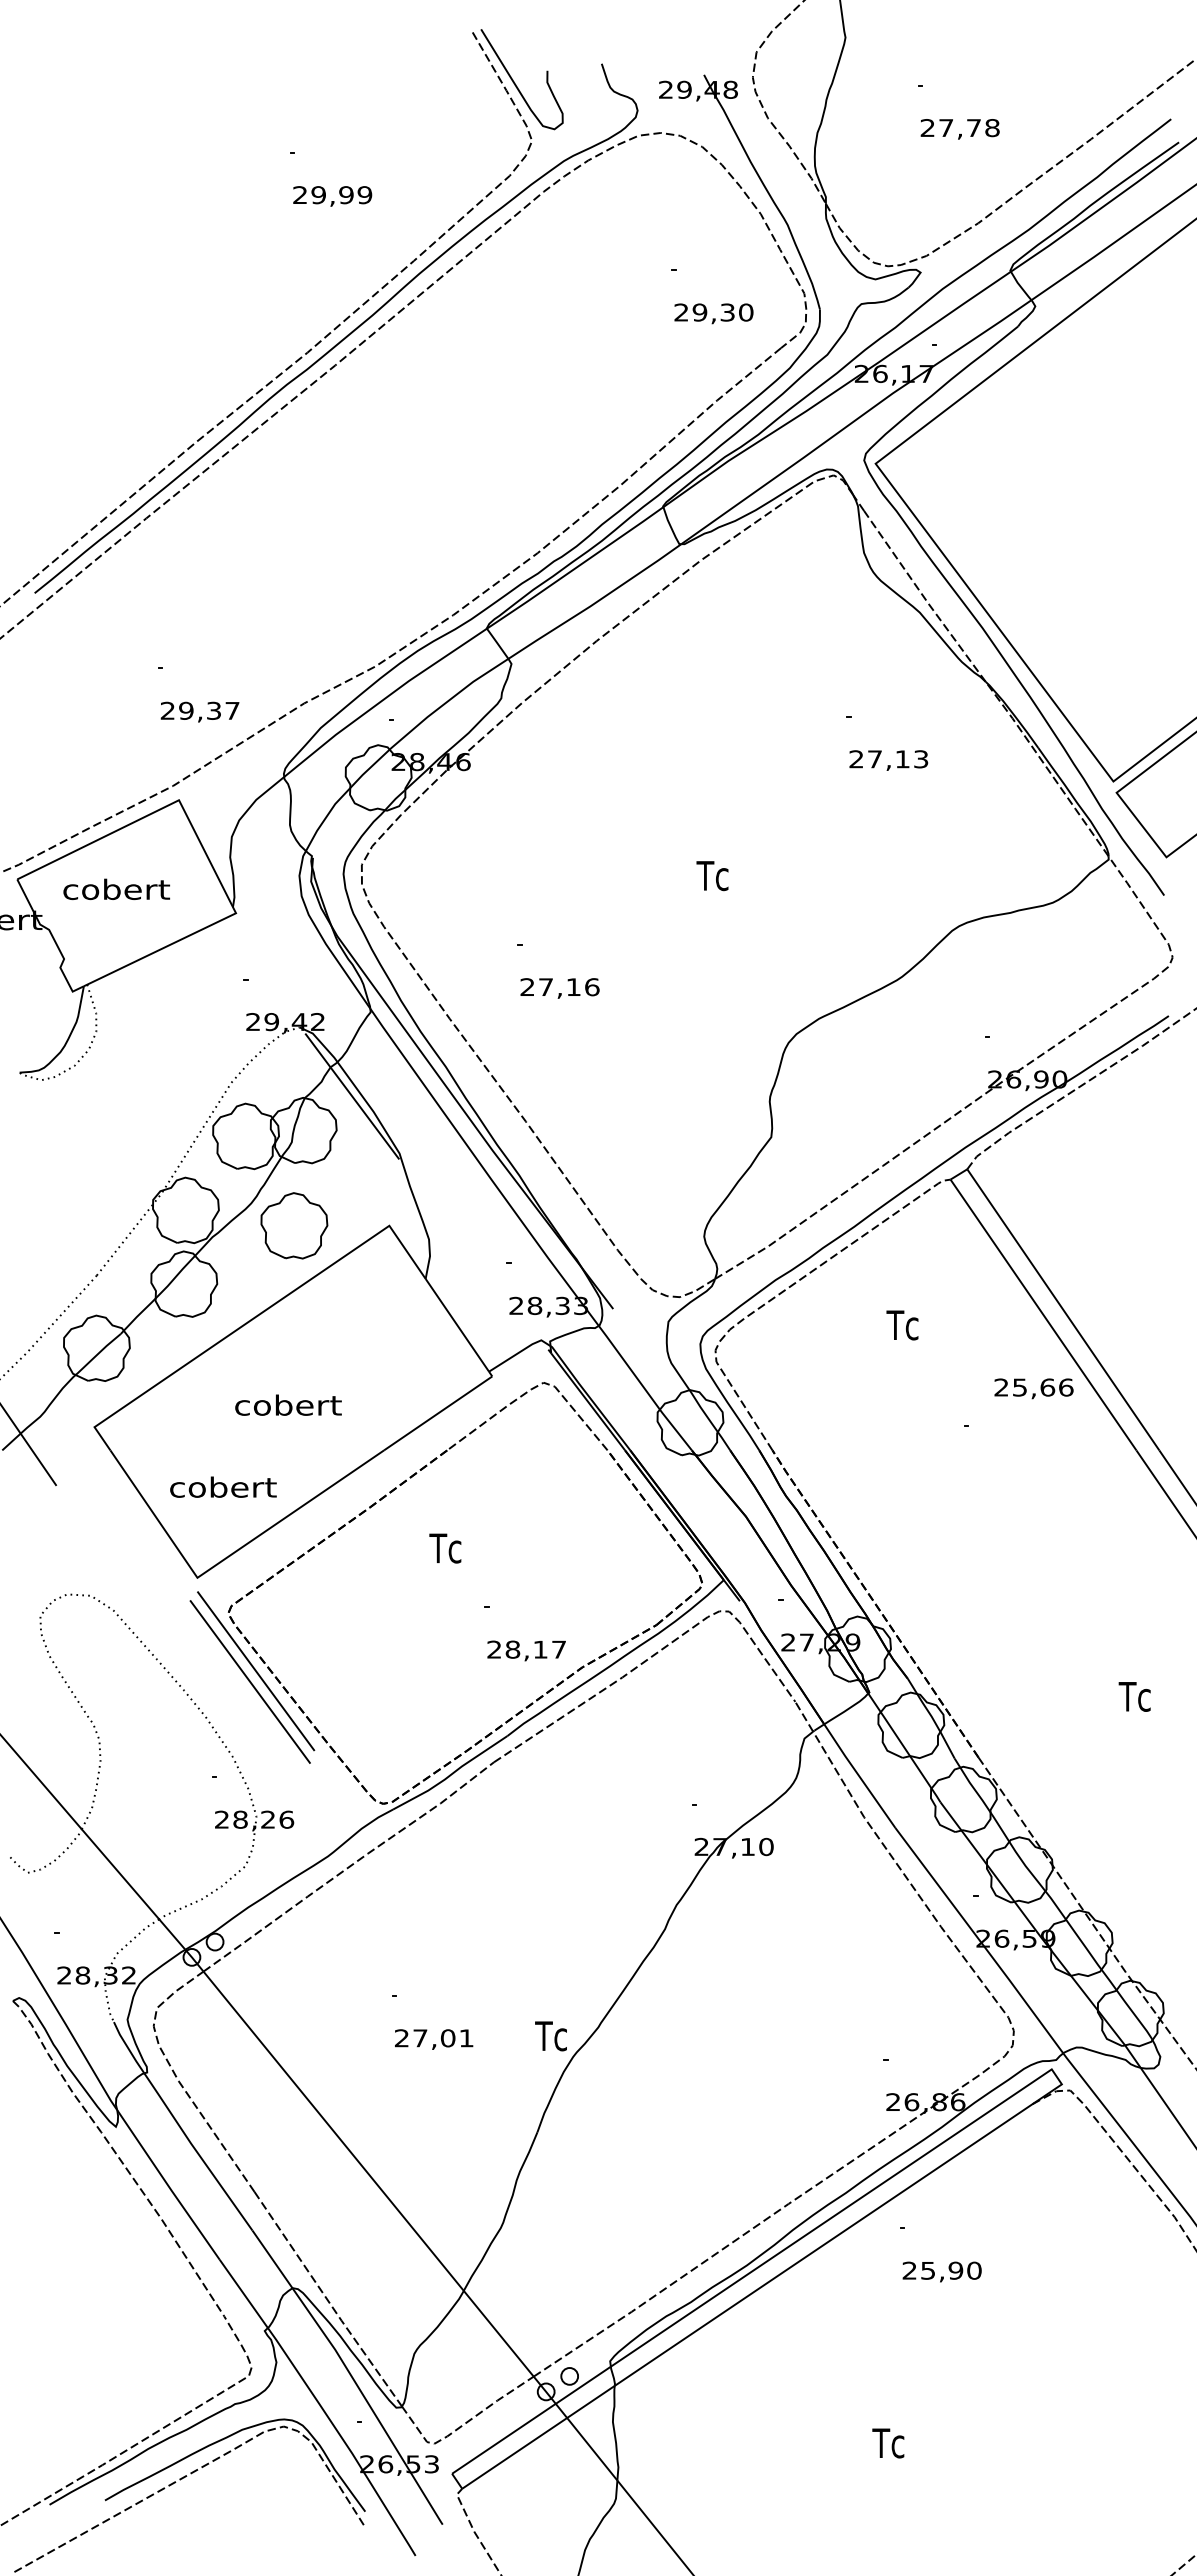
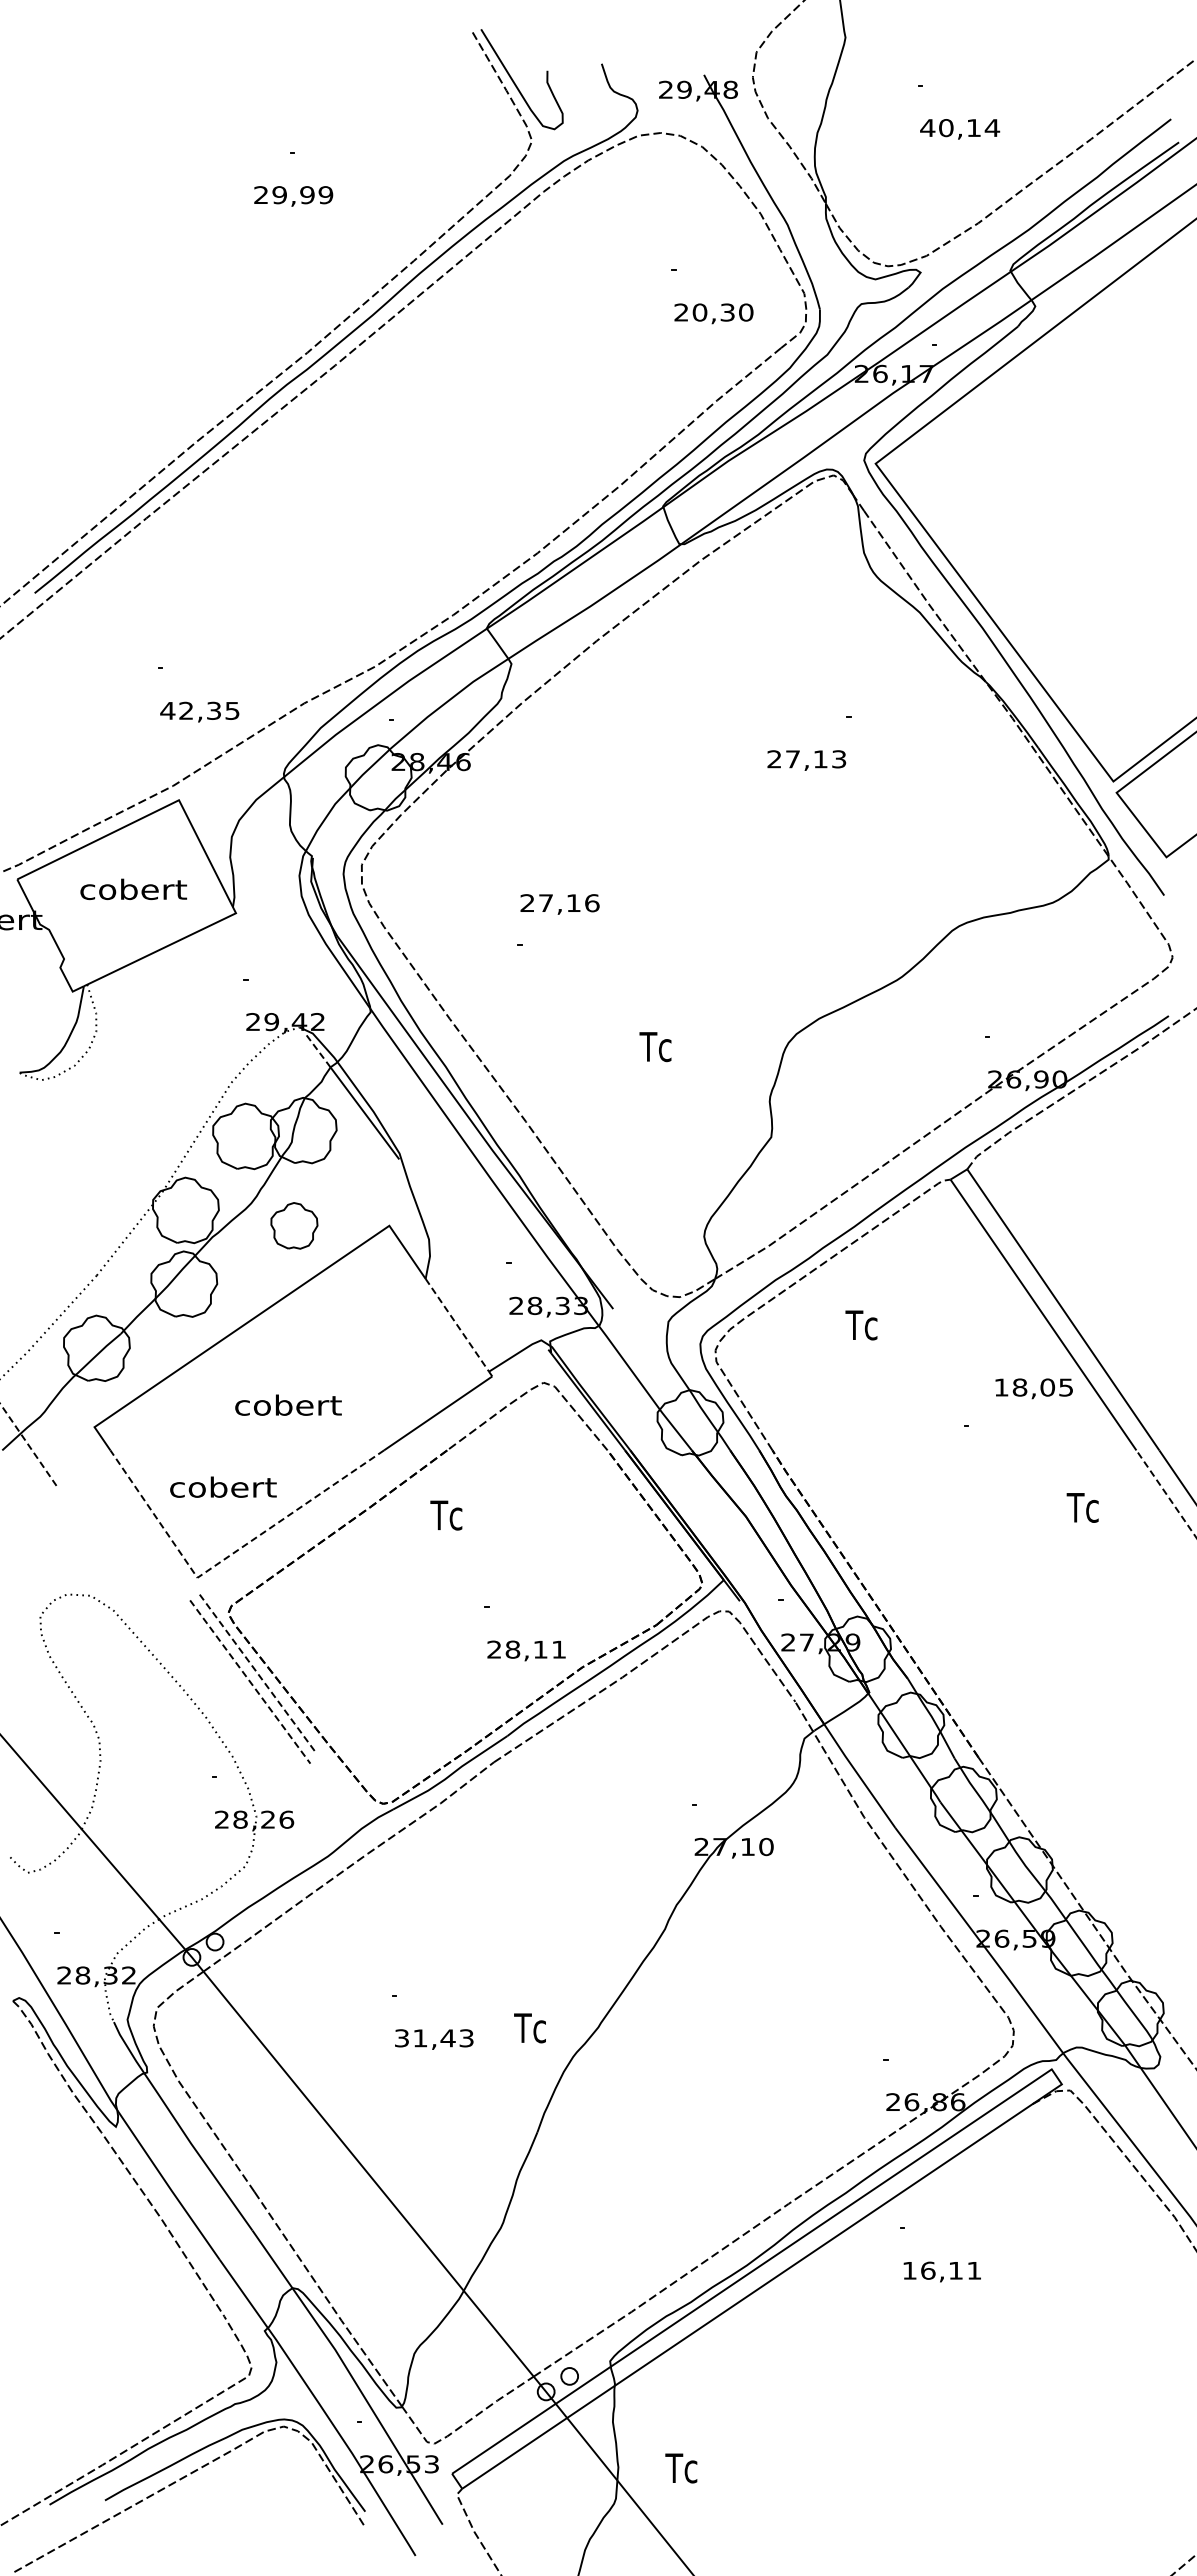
text at (960, 128): 27,78 -> 40,14
text at (332, 196) position: (332, 196) -> (293, 196)
text at (699, 312): 29,30 -> 20,30
text at (199, 710): 29,37 -> 42,35
text at (888, 760) position: (888, 760) -> (806, 760)
text at (712, 876) position: (712, 876) -> (655, 1047)
text at (116, 888) position: (116, 888) -> (133, 888)
text at (559, 988) position: (559, 988) -> (559, 904)
line at (317, 1050): solid -> dashed
part at (294, 1225) size: 69x68 px -> 49x48 px
line at (457, 1325): solid -> dashed
text at (902, 1325) position: (902, 1325) -> (861, 1325)
text at (1033, 1387): 25,66 -> 18,05
line at (28, 1444): solid -> dashed
line at (1166, 1494): solid -> dashed
text at (445, 1548) position: (445, 1548) -> (446, 1515)
line at (226, 1558): solid -> dashed
text at (558, 1649): 28,17 -> 28,11
line at (256, 1671): solid -> dashed
line at (250, 1682): solid -> dashed
text at (1134, 1696) position: (1134, 1696) -> (1082, 1507)
text at (550, 2036) position: (550, 2036) -> (529, 2028)
text at (434, 2038): 27,01 -> 31,43
text at (941, 2270): 25,90 -> 16,11
text at (888, 2443) position: (888, 2443) -> (681, 2468)
